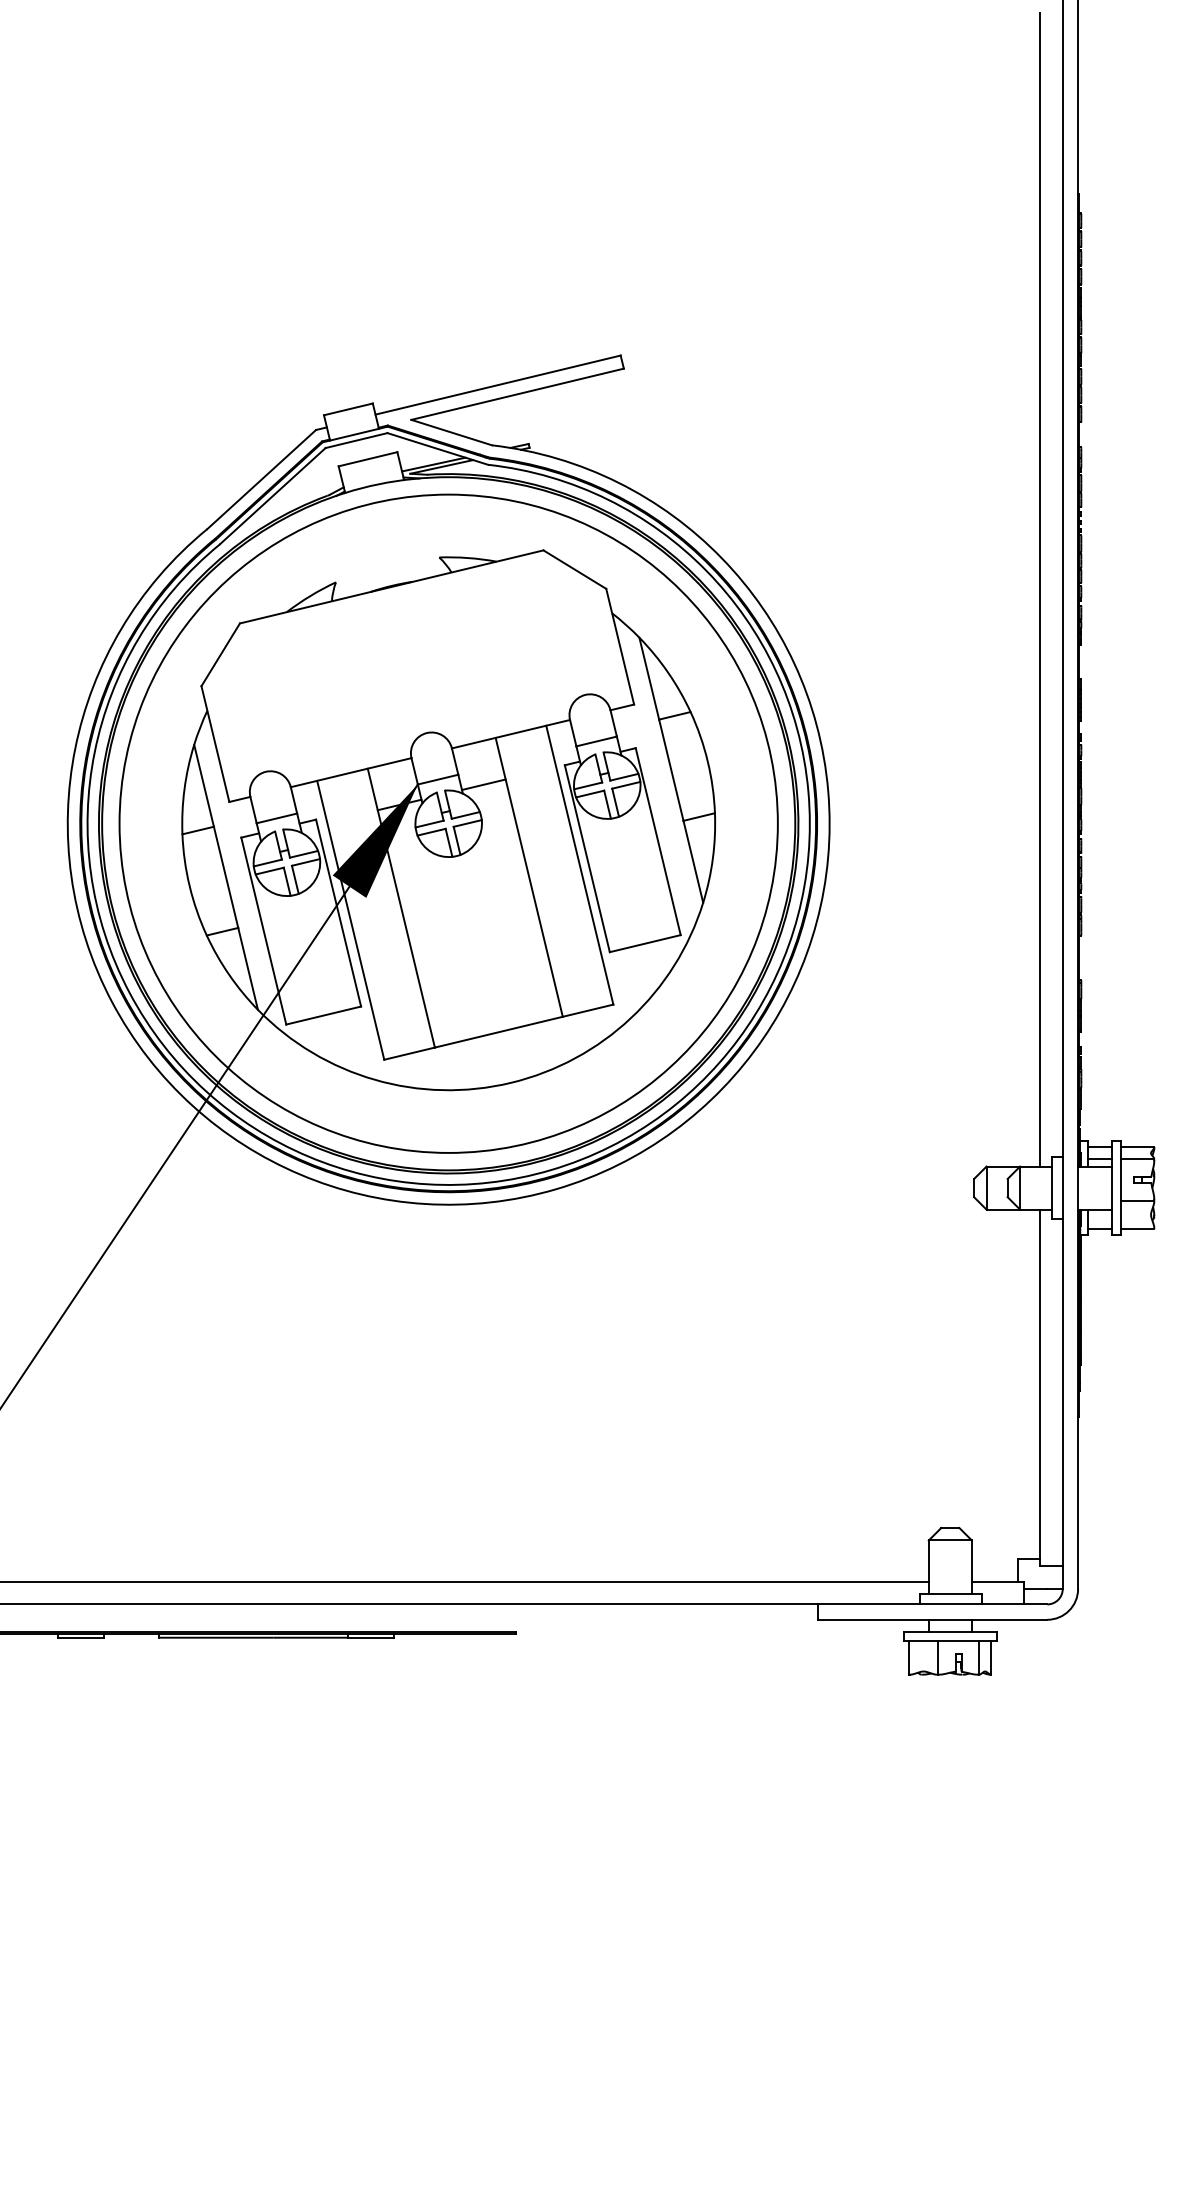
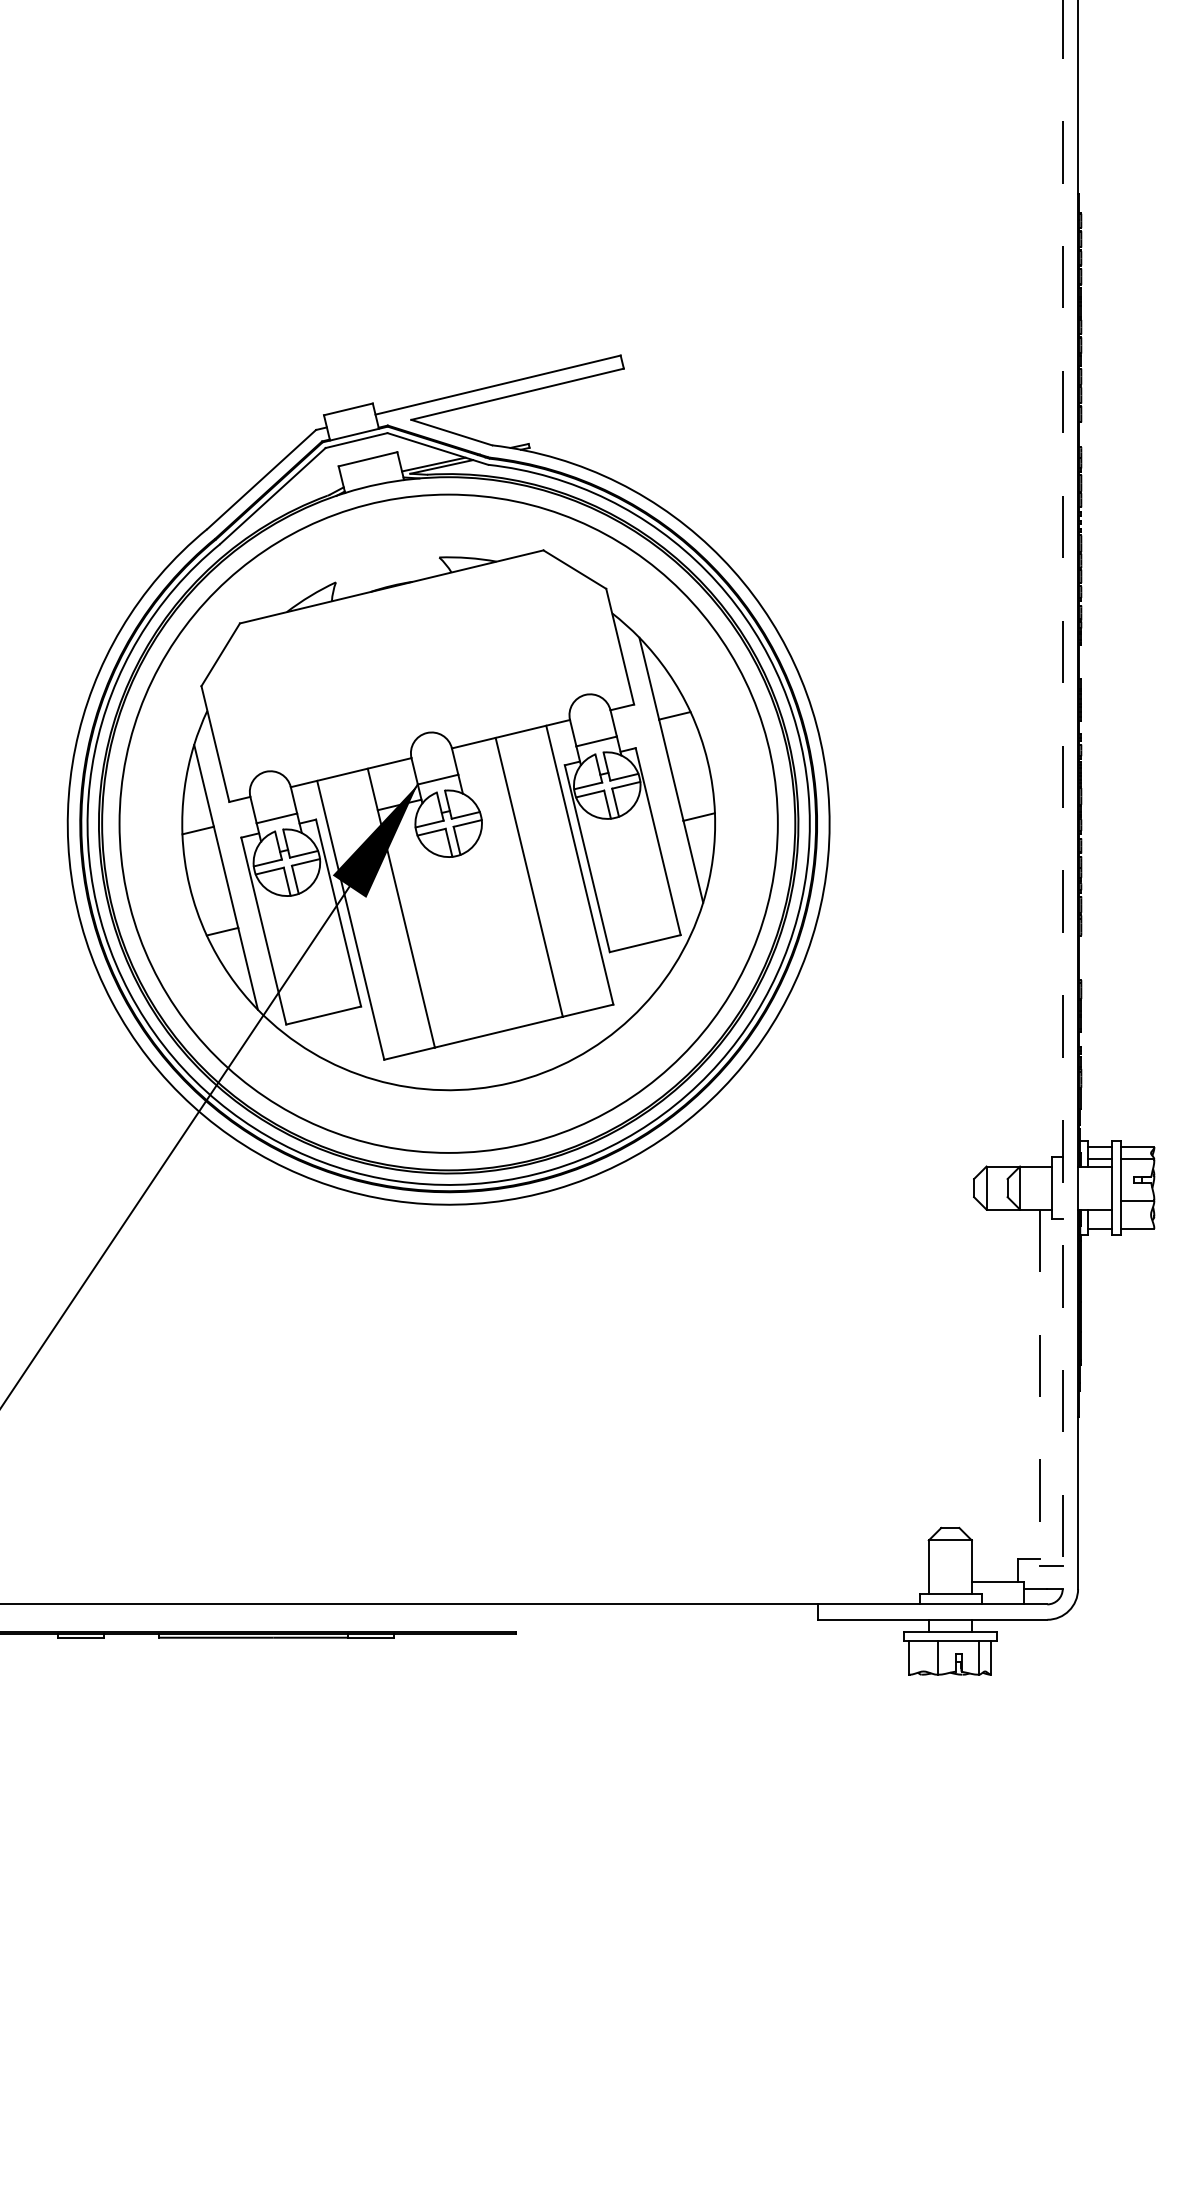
line at (1040, 589): present -> none
line at (483, 784): present -> none
line at (1062, 795): solid -> dashed
line at (1040, 1388): solid -> dashed
line at (465, 1581): present -> none
